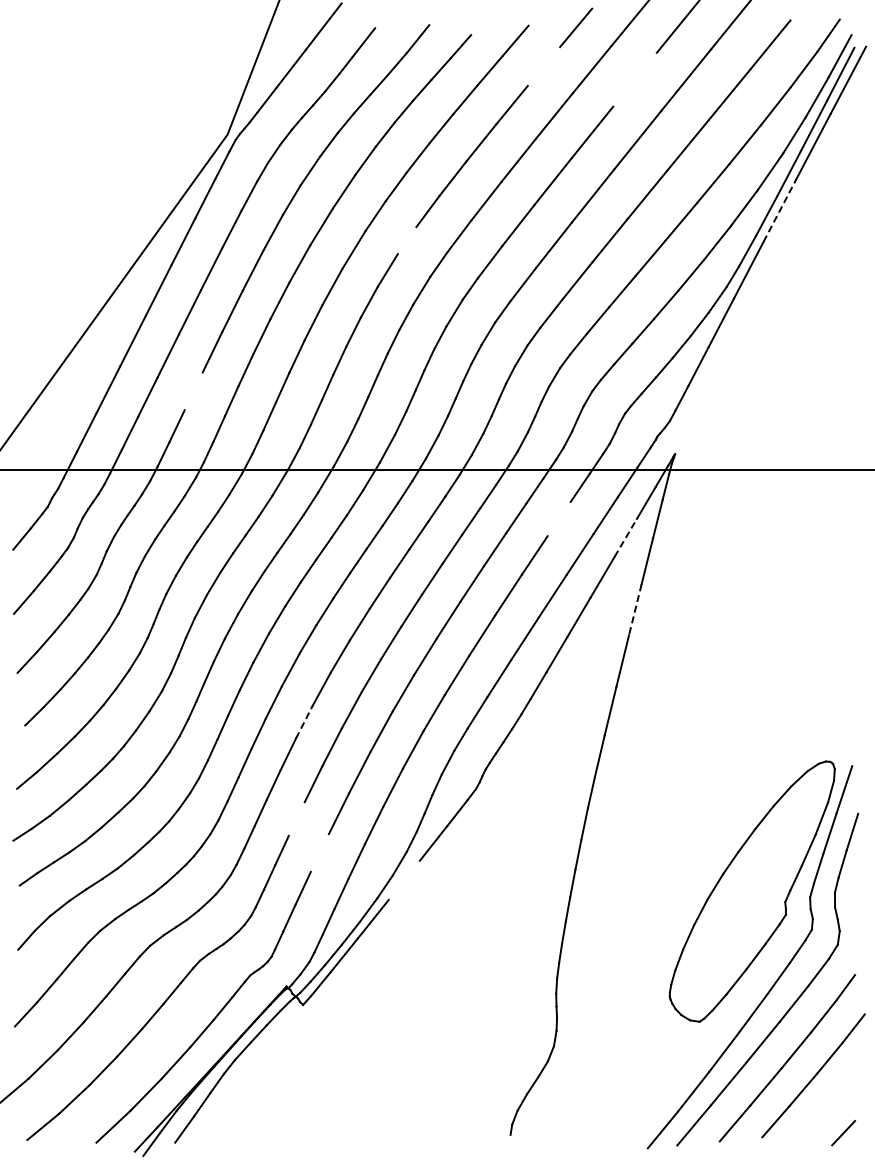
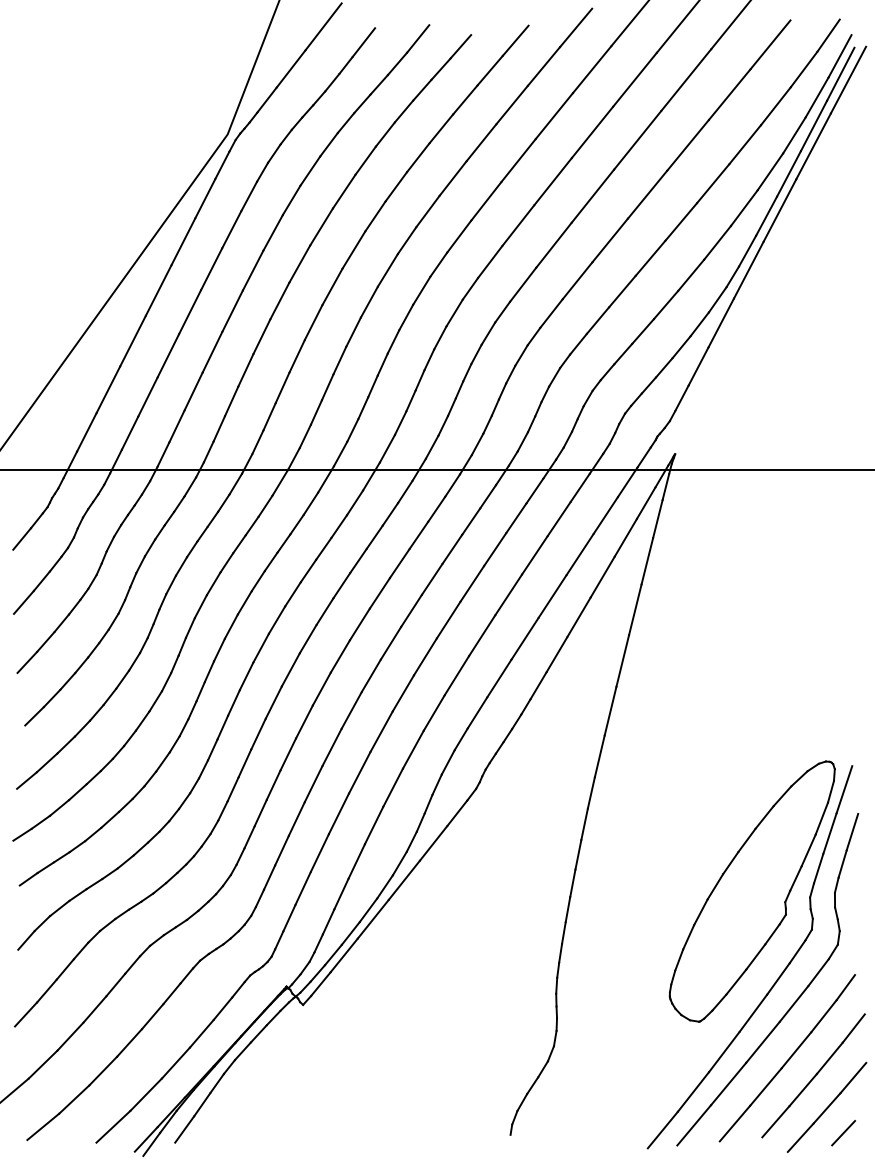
line at (543, 66): none -> present
line at (634, 79): none -> present
line at (780, 210): dashed -> solid
line at (406, 240): none -> present
line at (193, 391): none -> present
line at (558, 518): none -> present
line at (625, 537): dashed -> solid
line at (635, 610): dashed -> solid
line at (304, 721): dashed -> solid
line at (296, 818): none -> present
line at (319, 852): none -> present
line at (403, 879): none -> present
line at (827, 1106): none -> present
